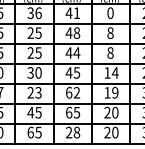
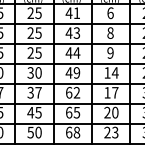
text at (110, 12): 0 -> 6
text at (34, 13): 36 -> 25
text at (76, 32): 48 -> 43
text at (110, 52): 8 -> 9
text at (76, 72): 45 -> 49
text at (34, 92): 23 -> 37
text at (115, 92): 19 -> 17
text at (34, 132): 65 -> 50
text at (69, 132): 28 -> 68
text at (115, 132): 20 -> 23
